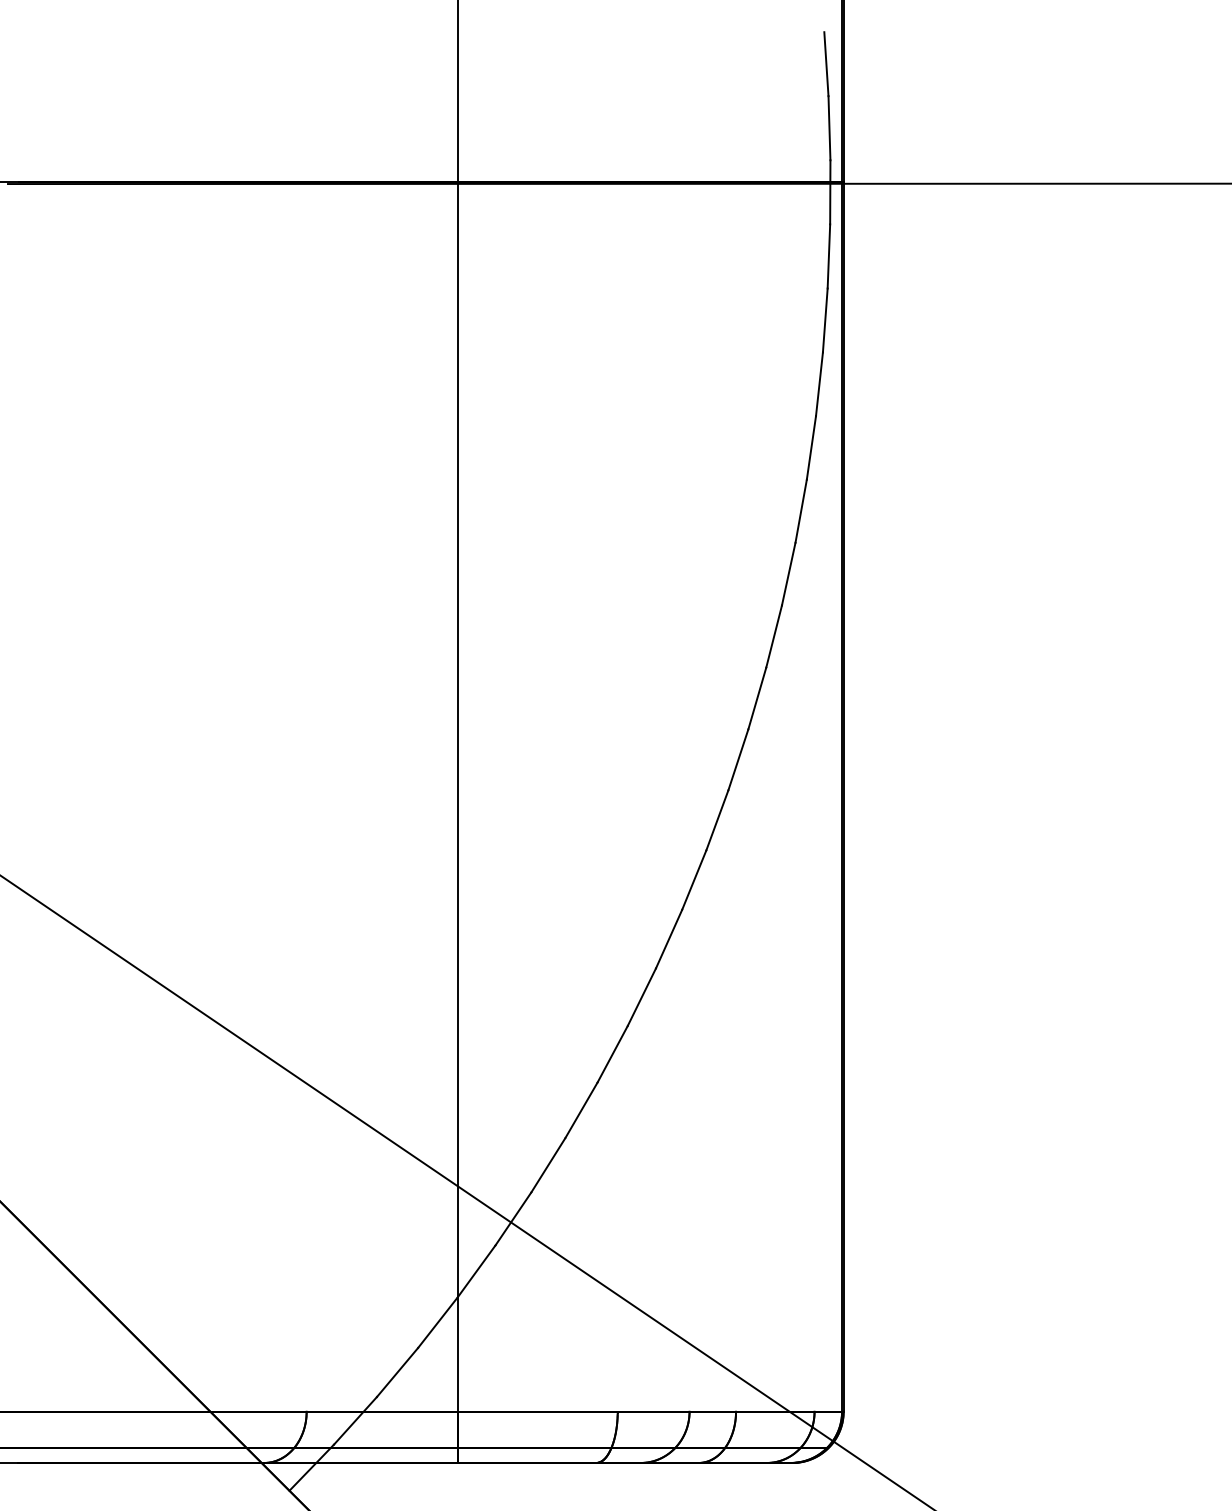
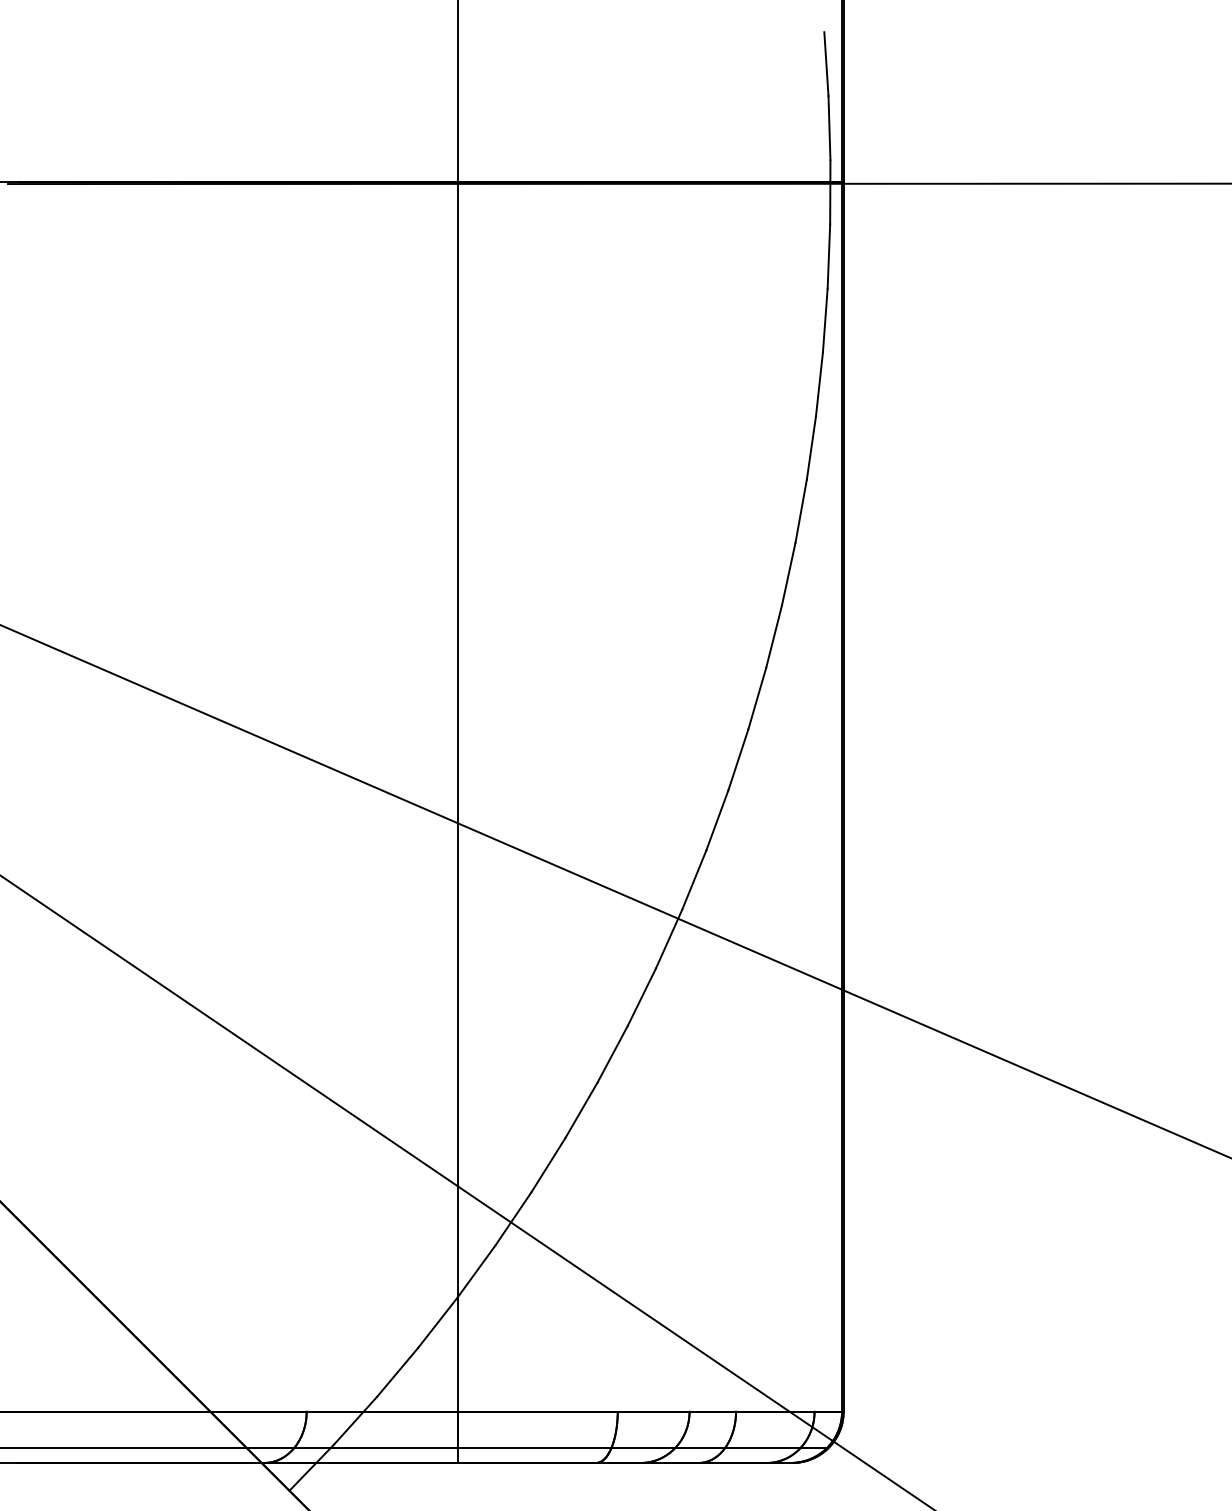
line at (615, 891): none -> present
